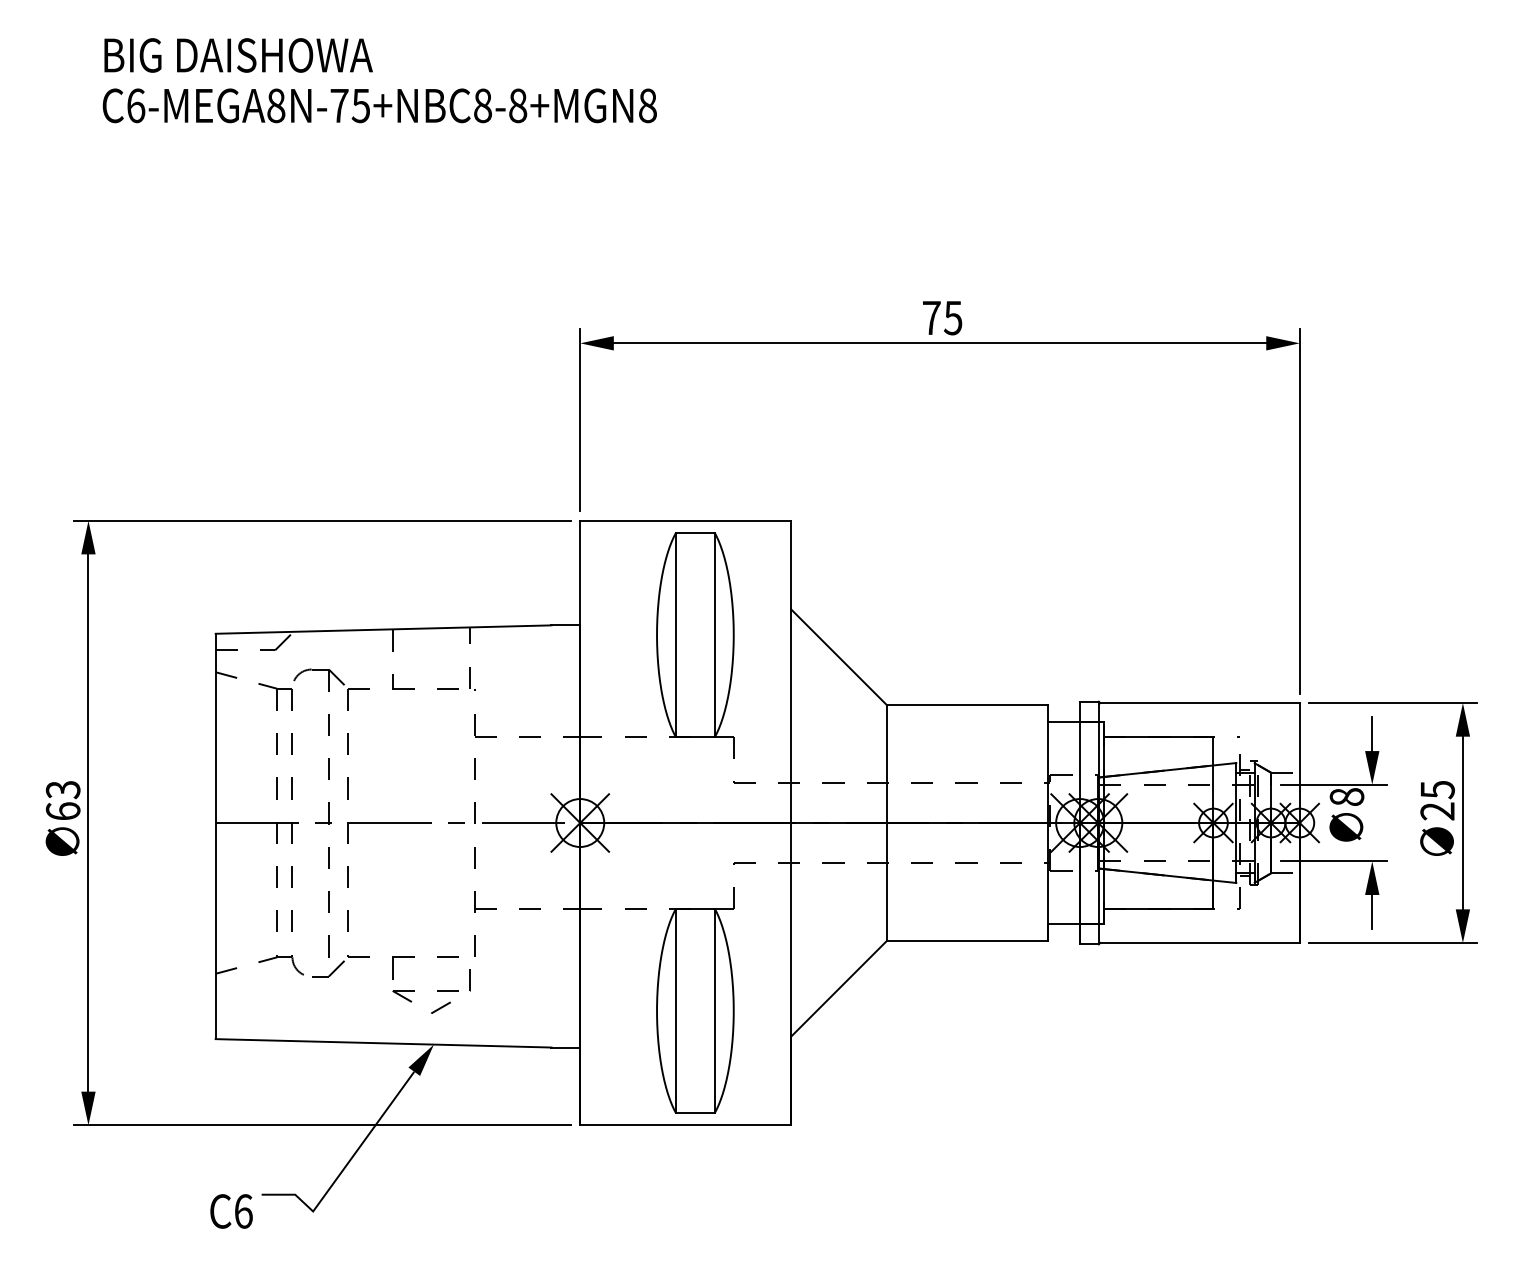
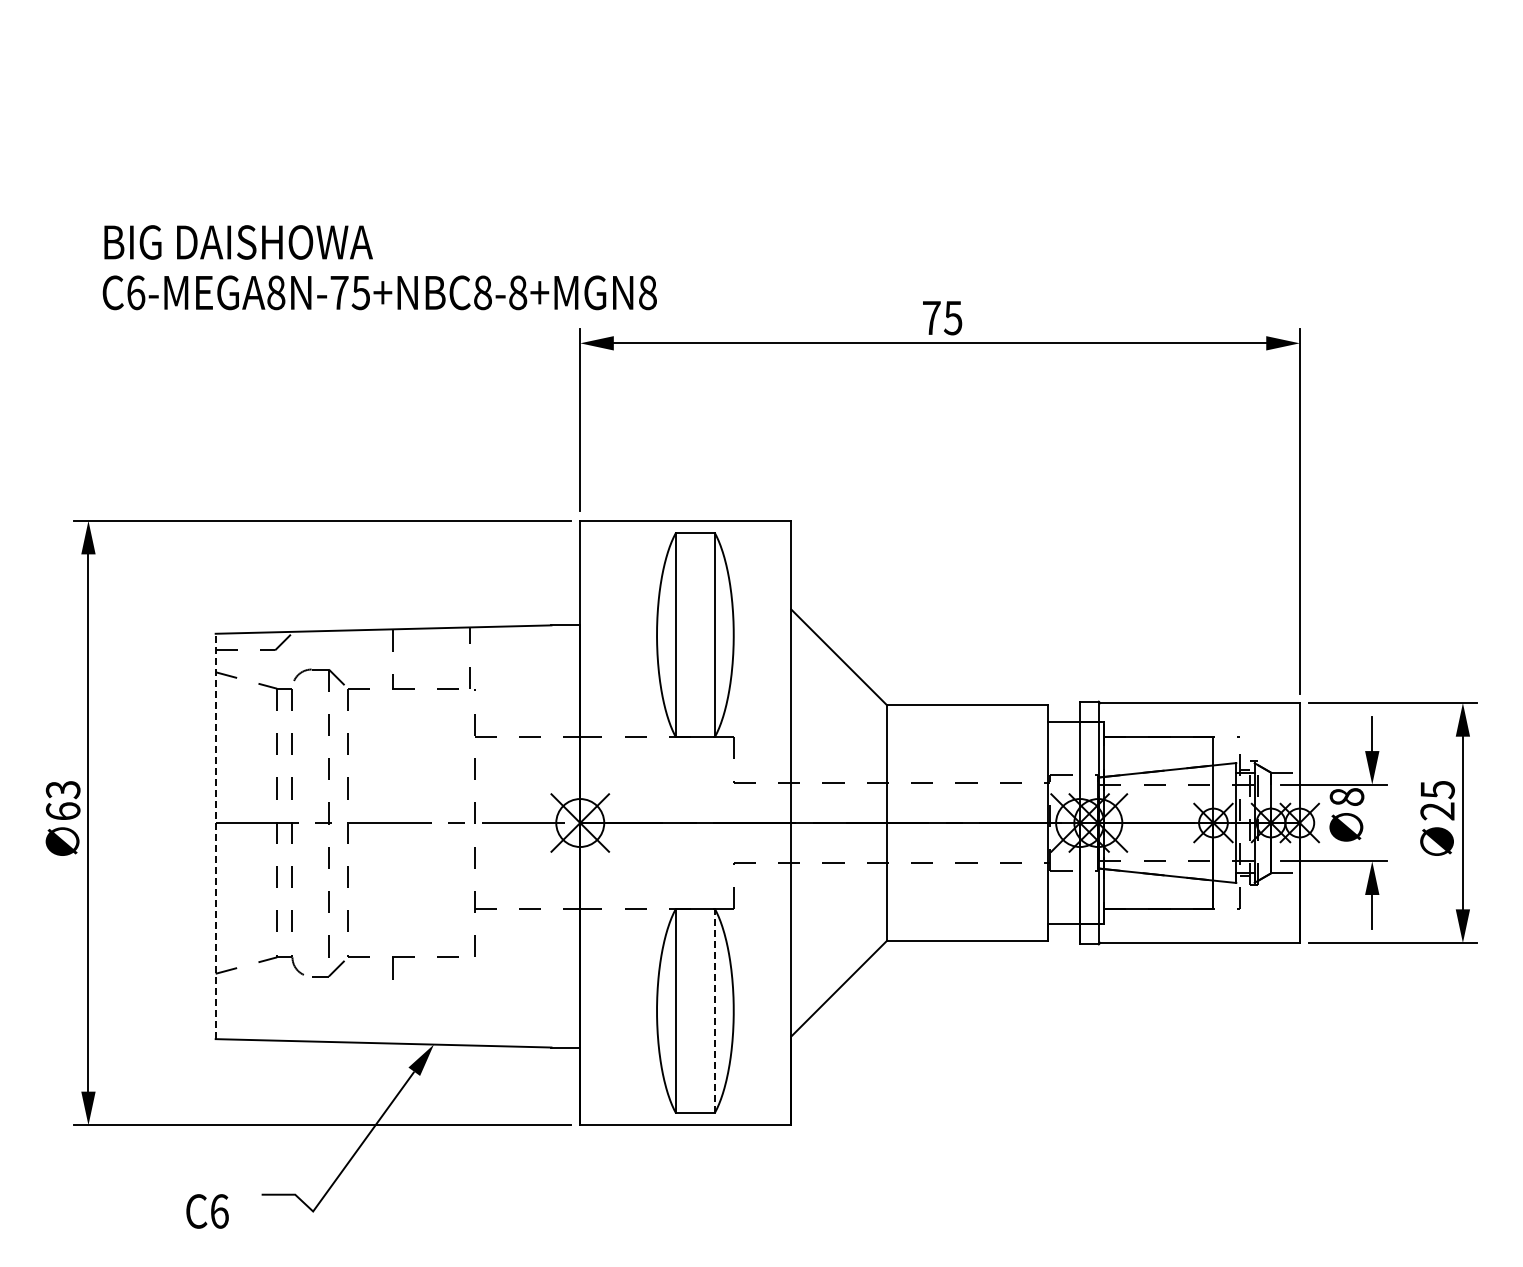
text at (379, 80) position: (379, 80) -> (379, 267)
line at (215, 836): solid -> dashed
part at (431, 991): present -> none
line at (715, 1010): solid -> dashed
text at (231, 1211) position: (231, 1211) -> (207, 1211)
